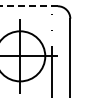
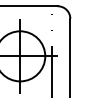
line at (29, 6): dashed -> solid
